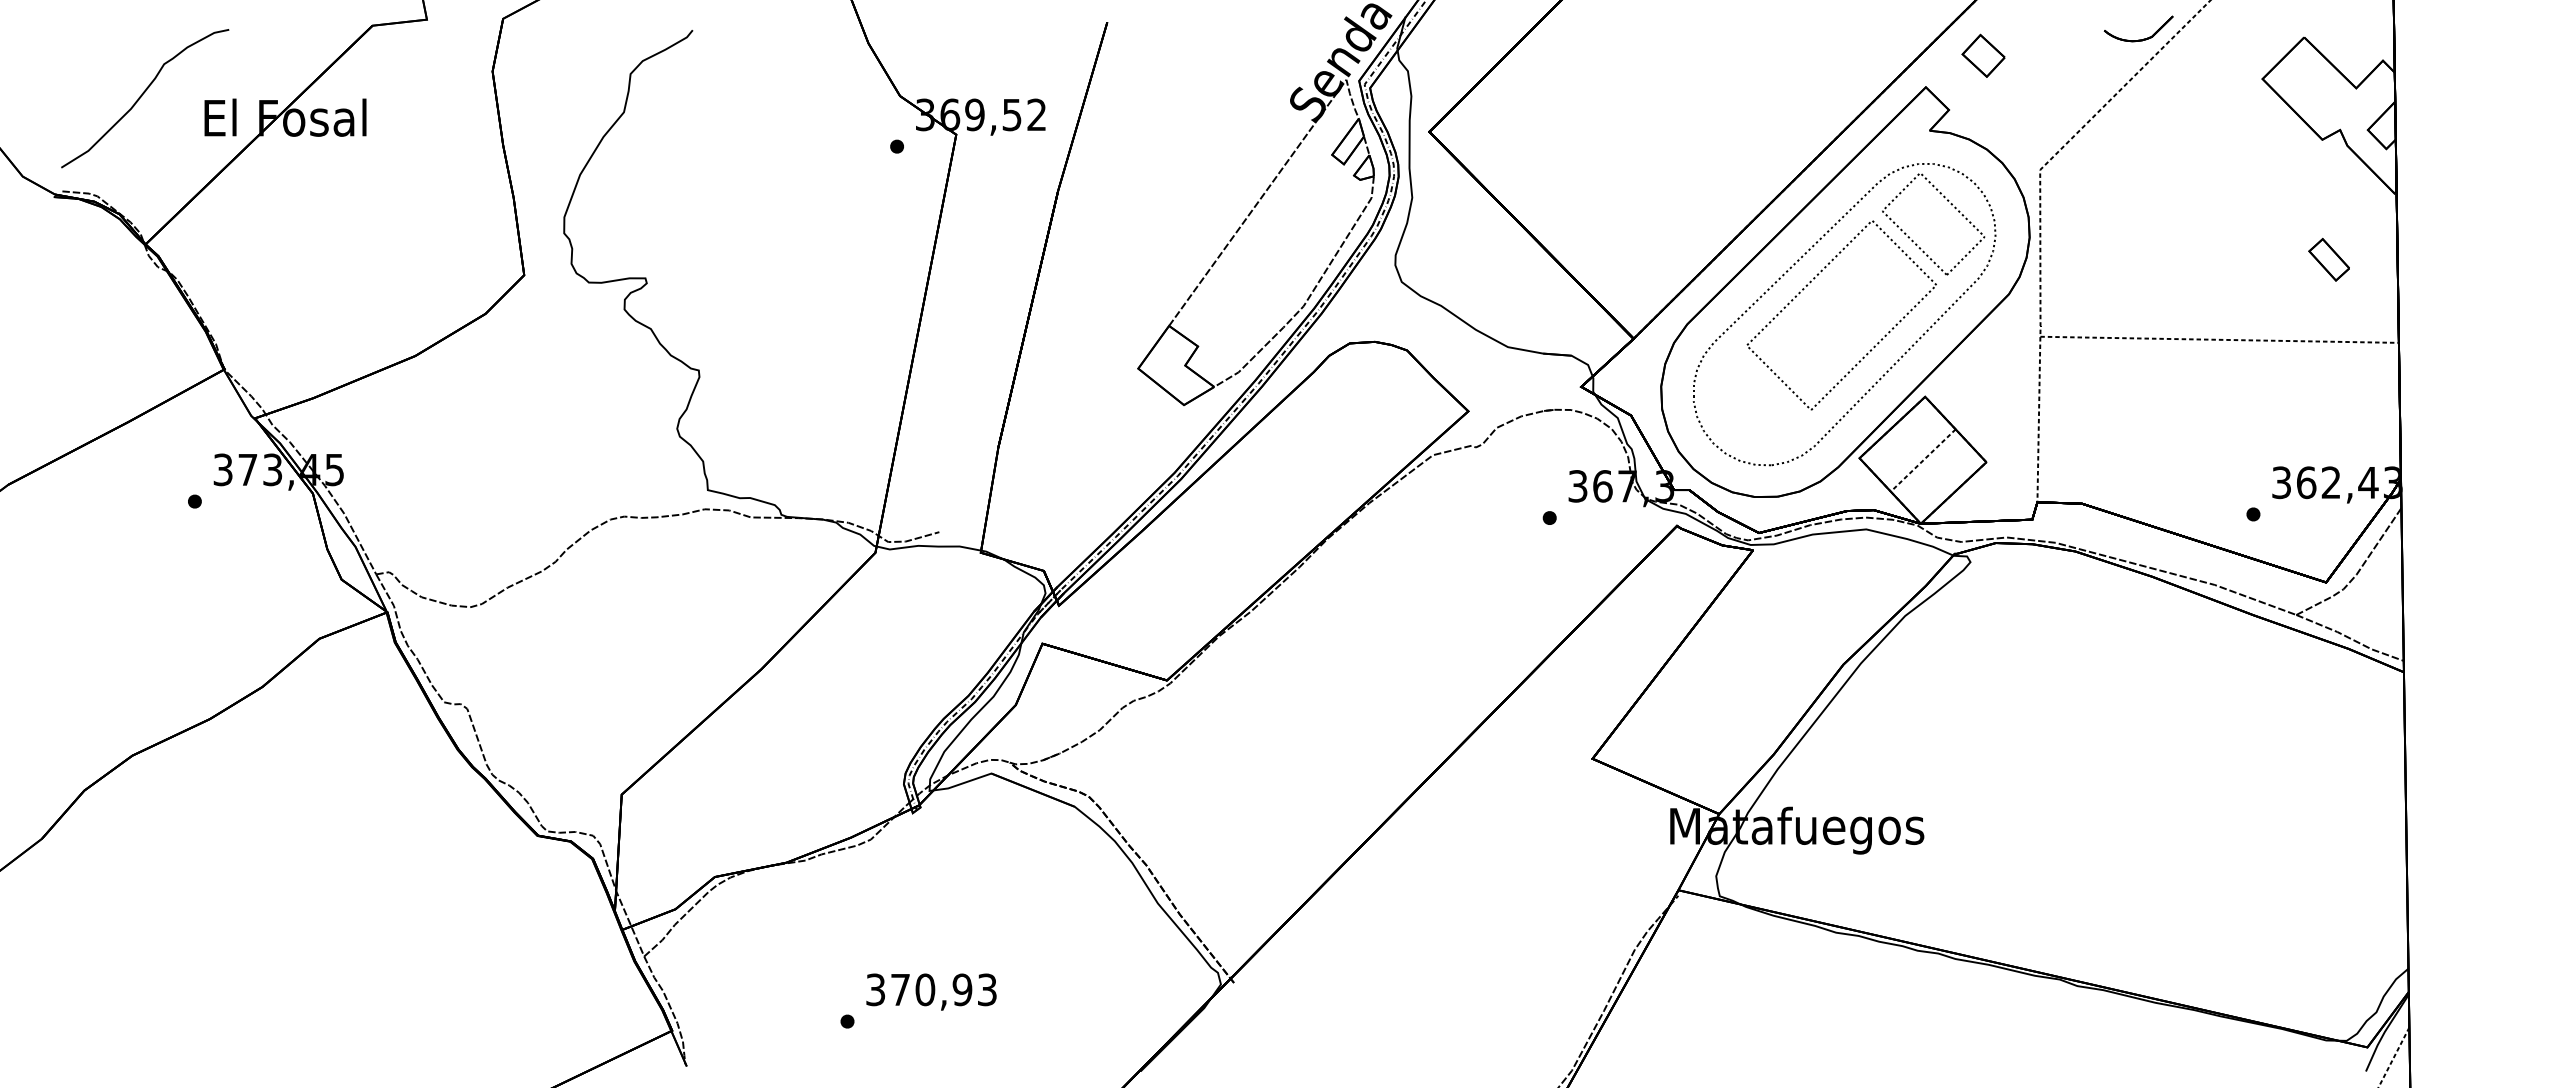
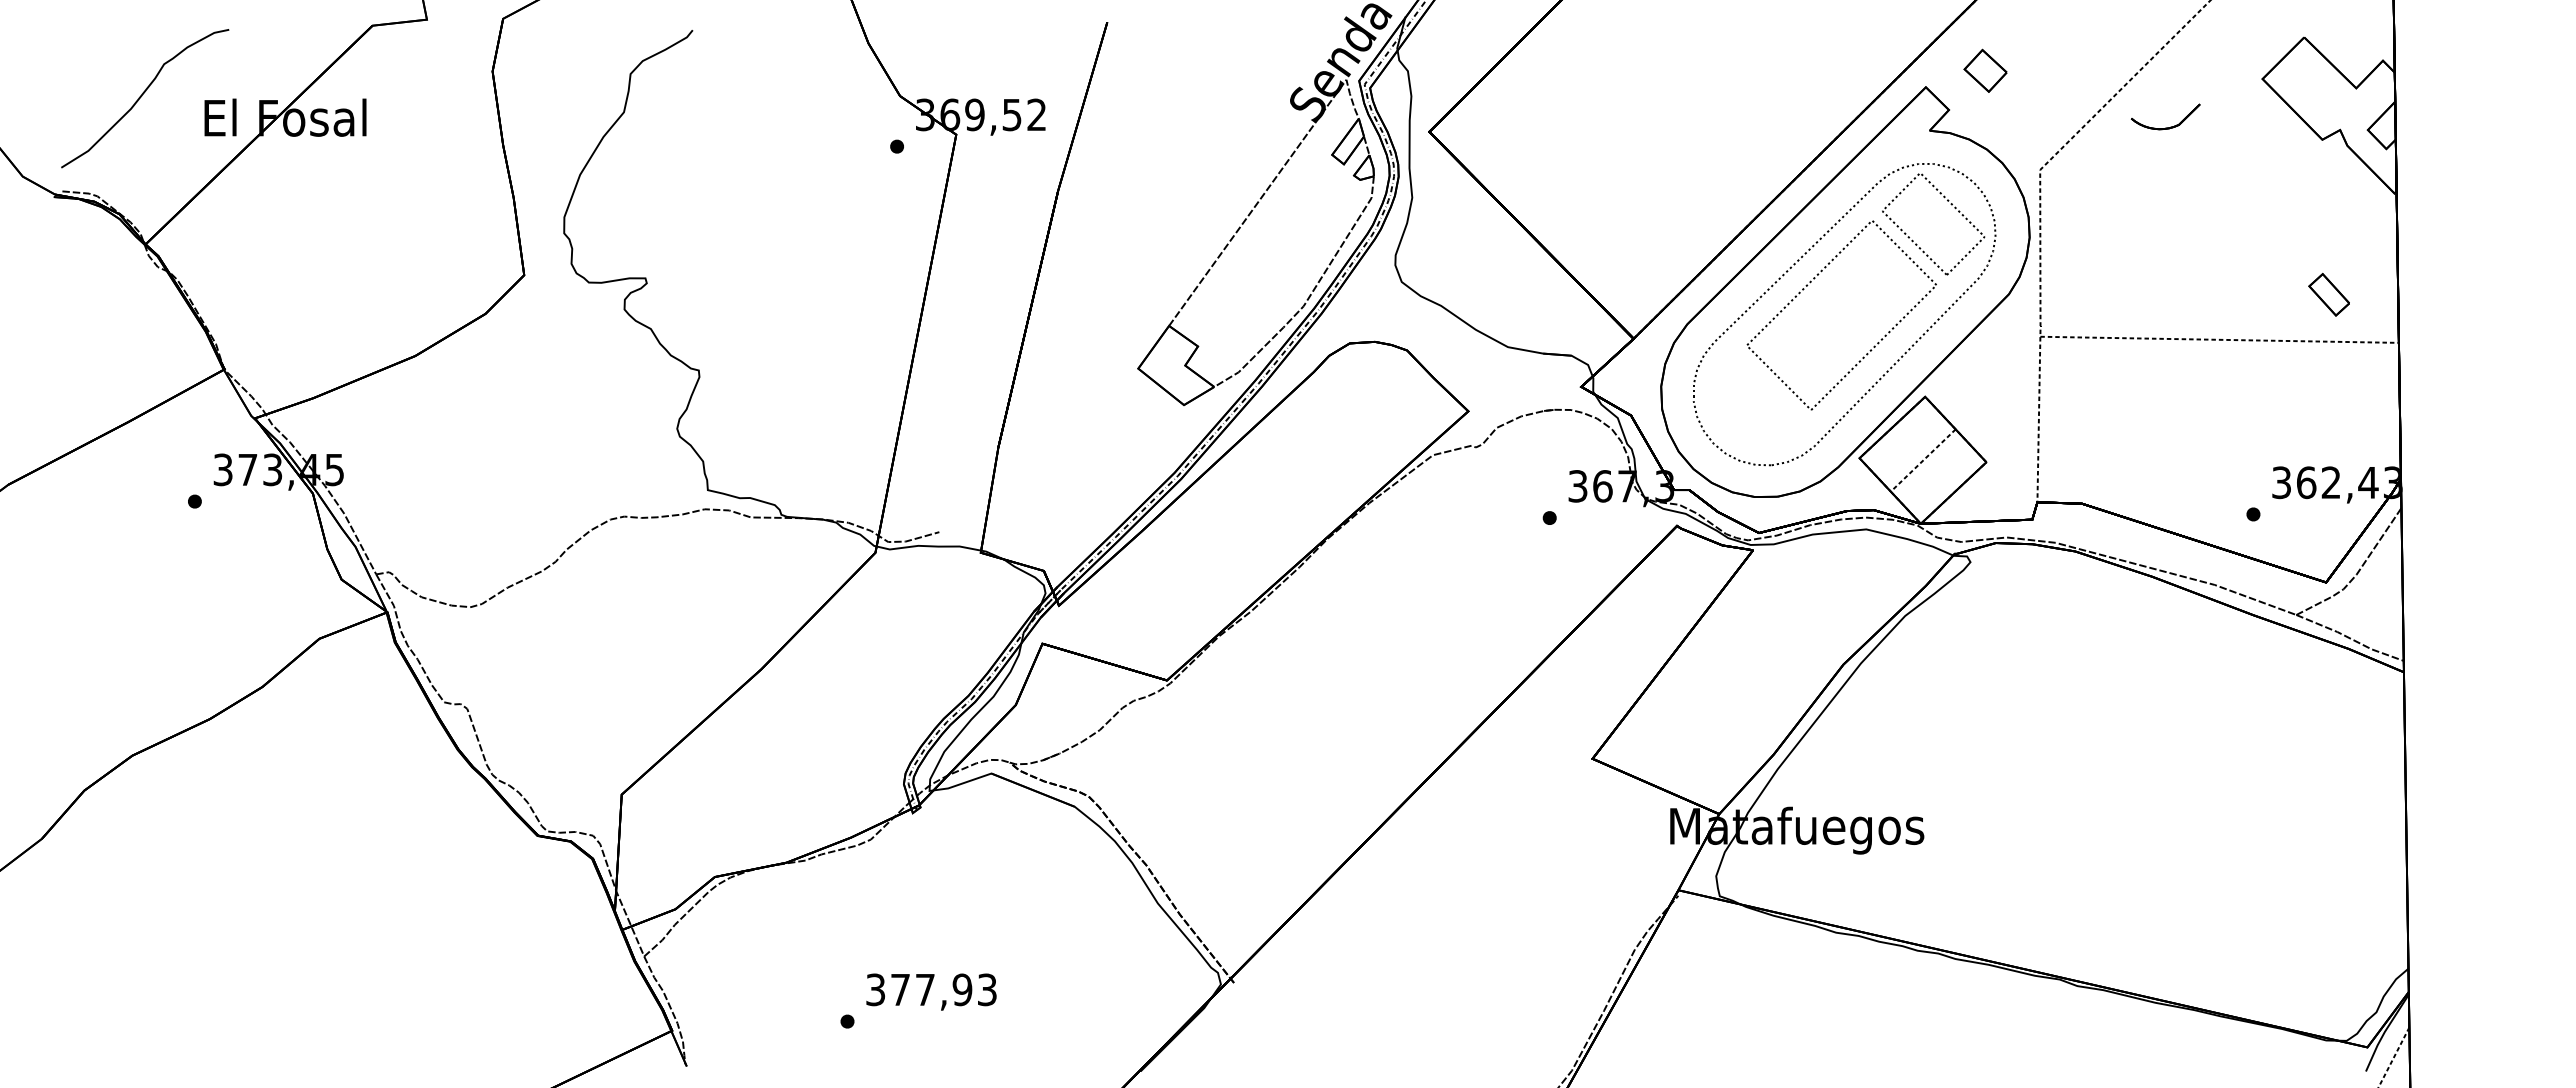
part at (2138, 39) position: (2138, 39) -> (2165, 127)
part at (1983, 55) position: (1983, 55) -> (1985, 70)
part at (2328, 259) position: (2328, 259) -> (2328, 294)
text at (925, 989): 370,93 -> 377,93
